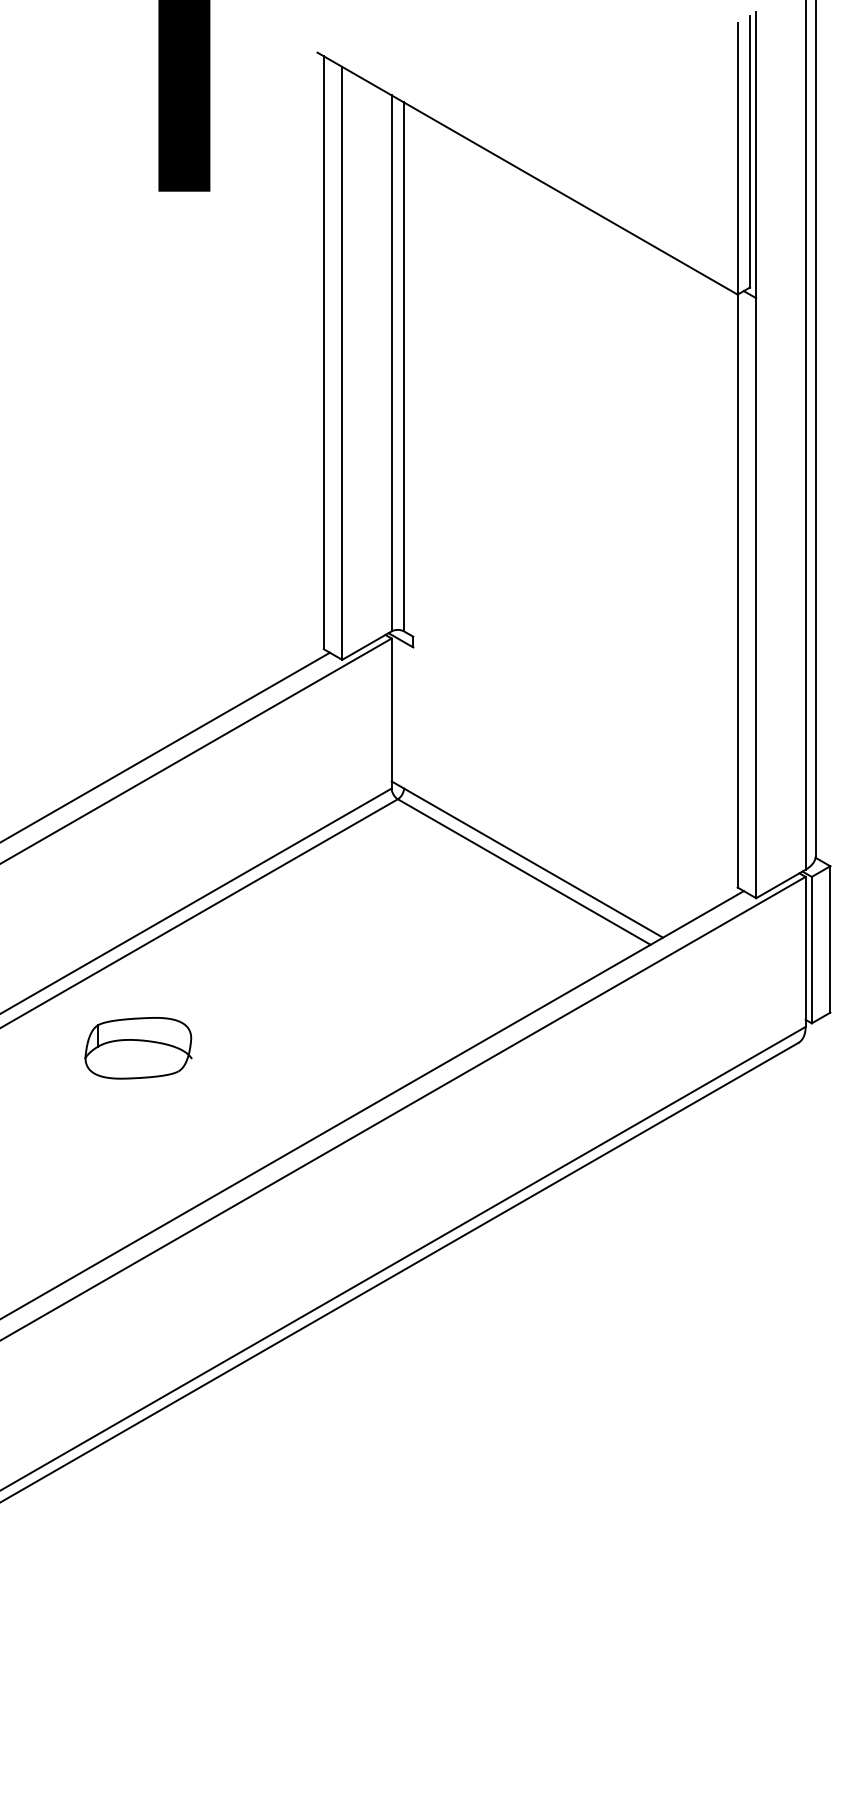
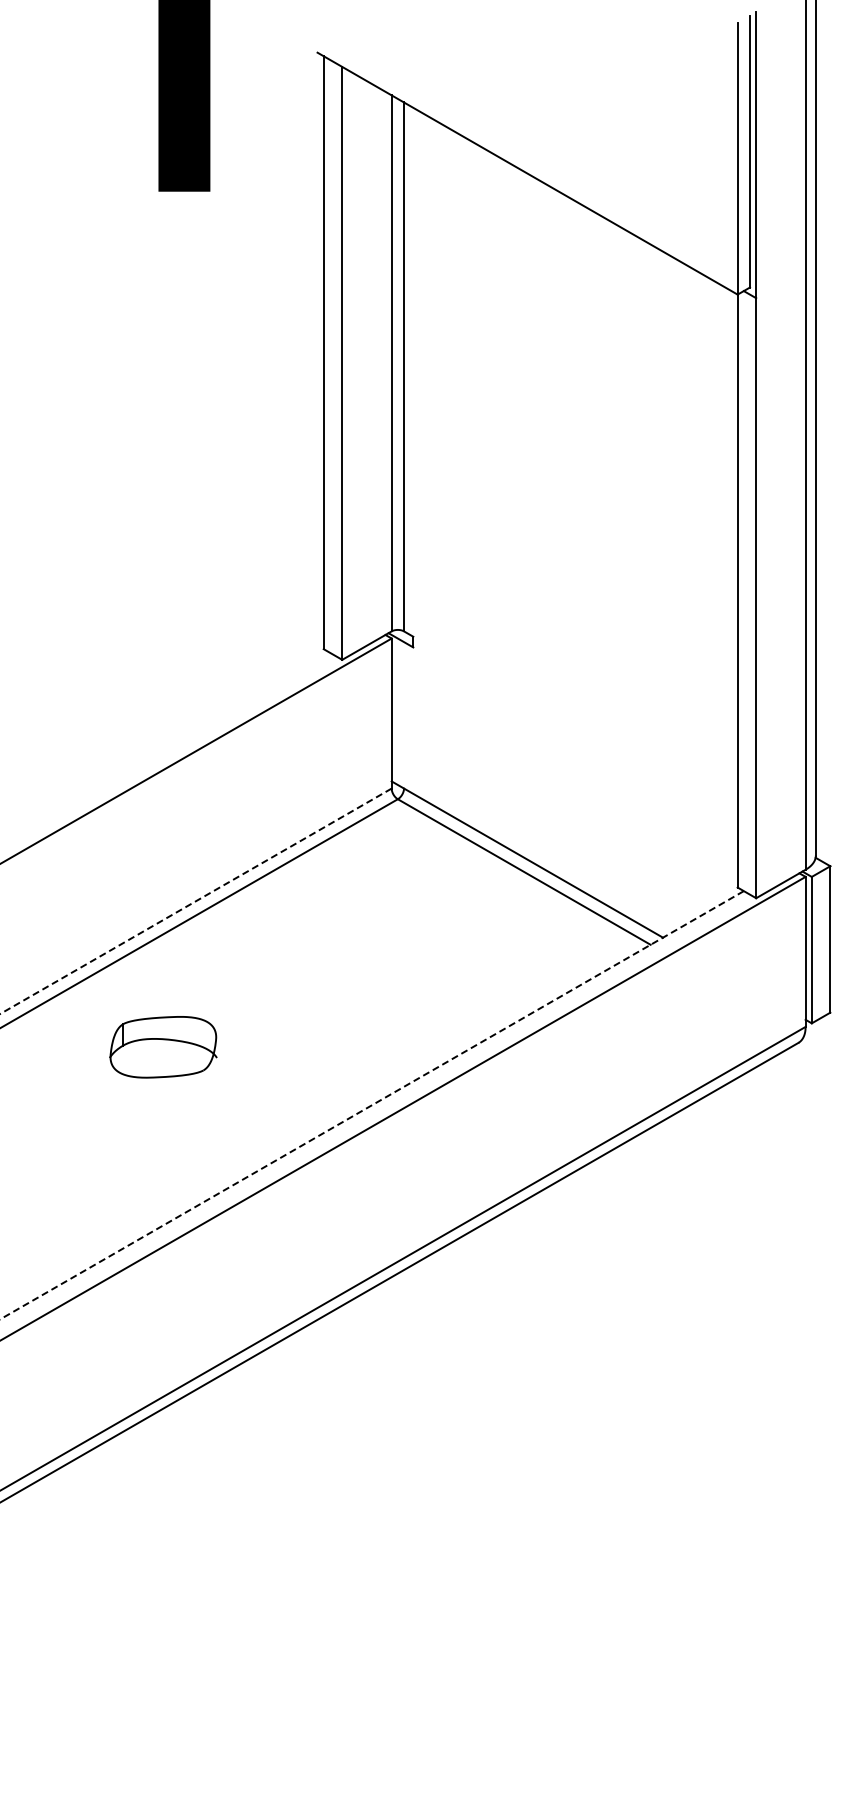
line at (165, 746): present -> none
line at (195, 901): solid -> dashed
part at (138, 1048) position: (138, 1048) -> (163, 1047)
line at (372, 1105): solid -> dashed
